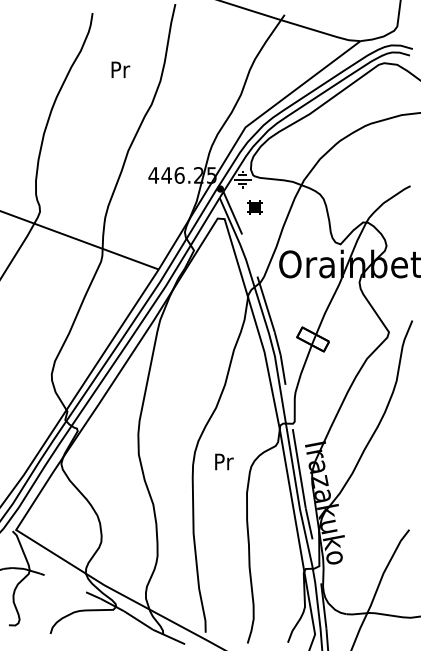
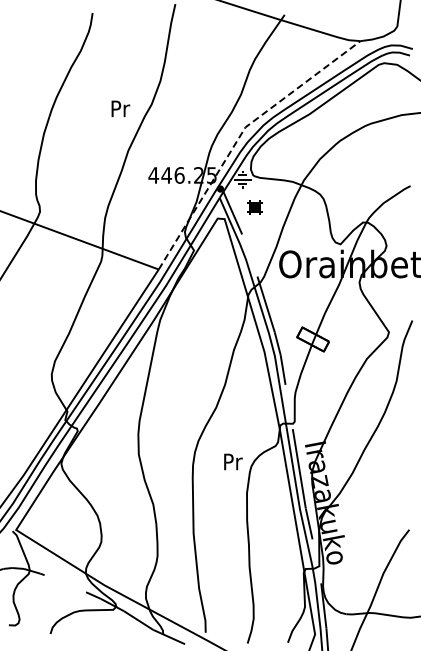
text at (120, 69) position: (120, 69) -> (120, 108)
line at (239, 136): solid -> dashed
text at (224, 461) position: (224, 461) -> (233, 461)
